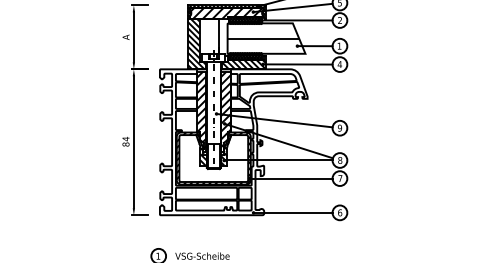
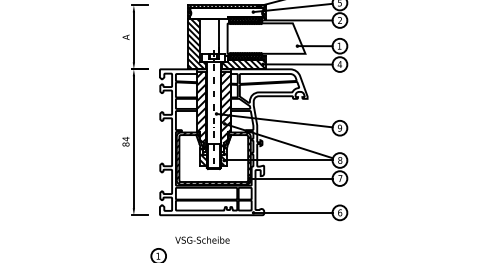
hatch at (226, 13): present -> none
line at (263, 38): present -> none
text at (202, 255) position: (202, 255) -> (202, 239)
